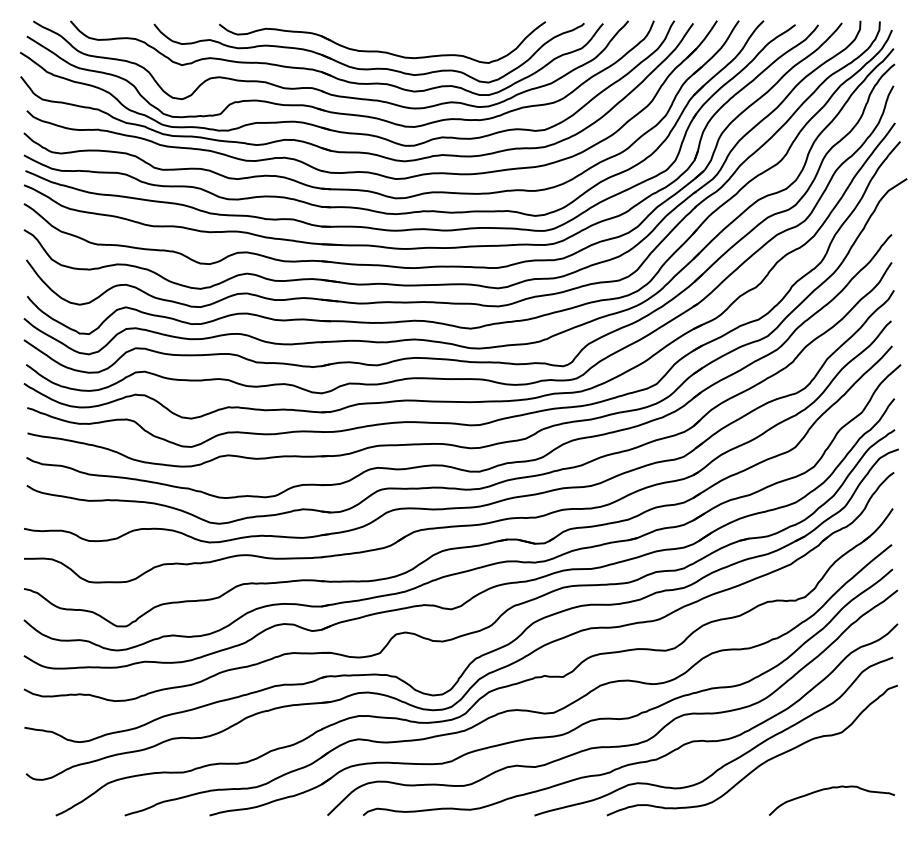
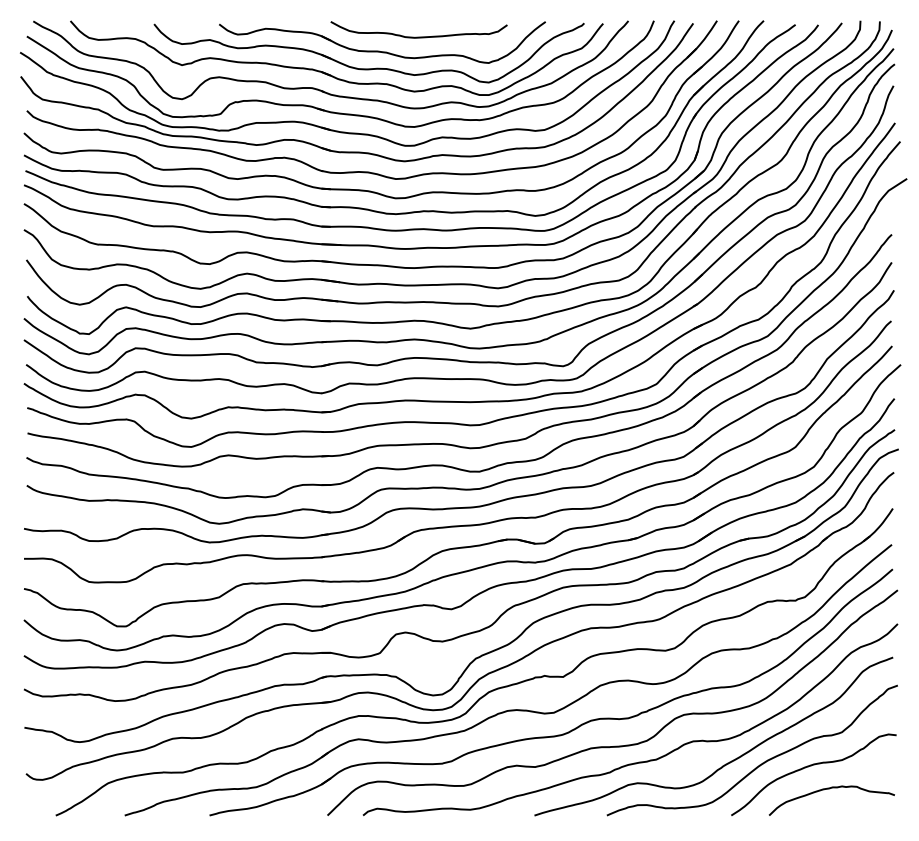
curve at (418, 36): none -> present
curve at (811, 766): none -> present
